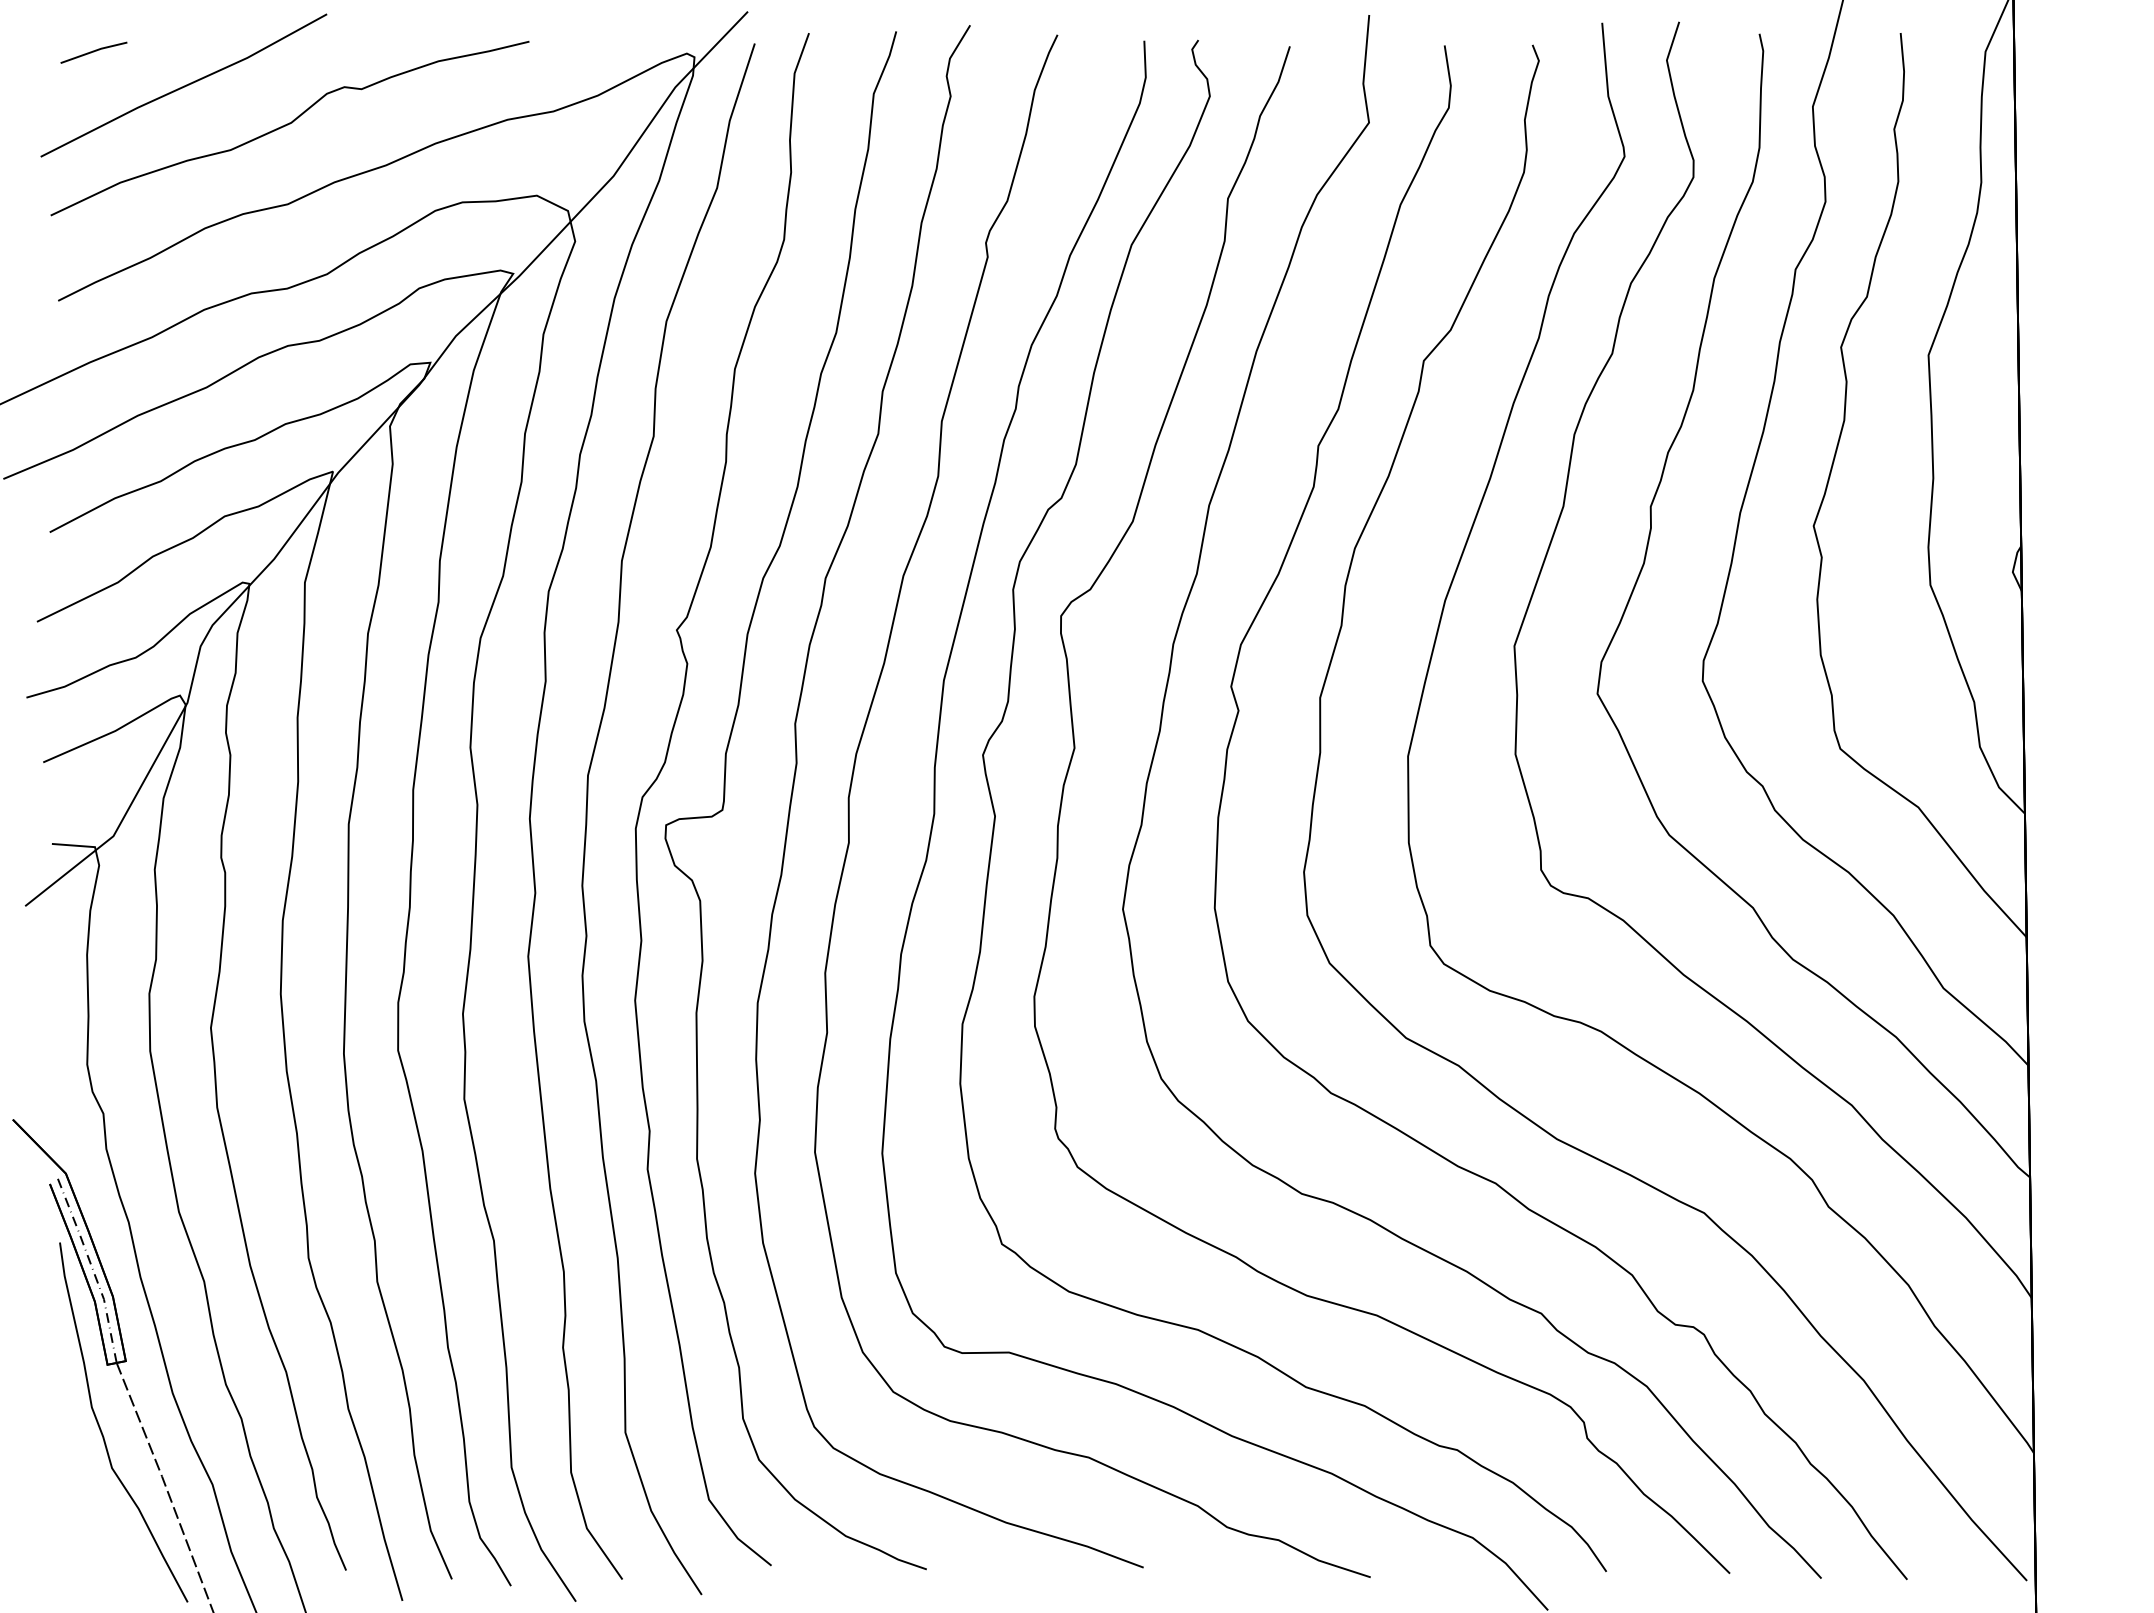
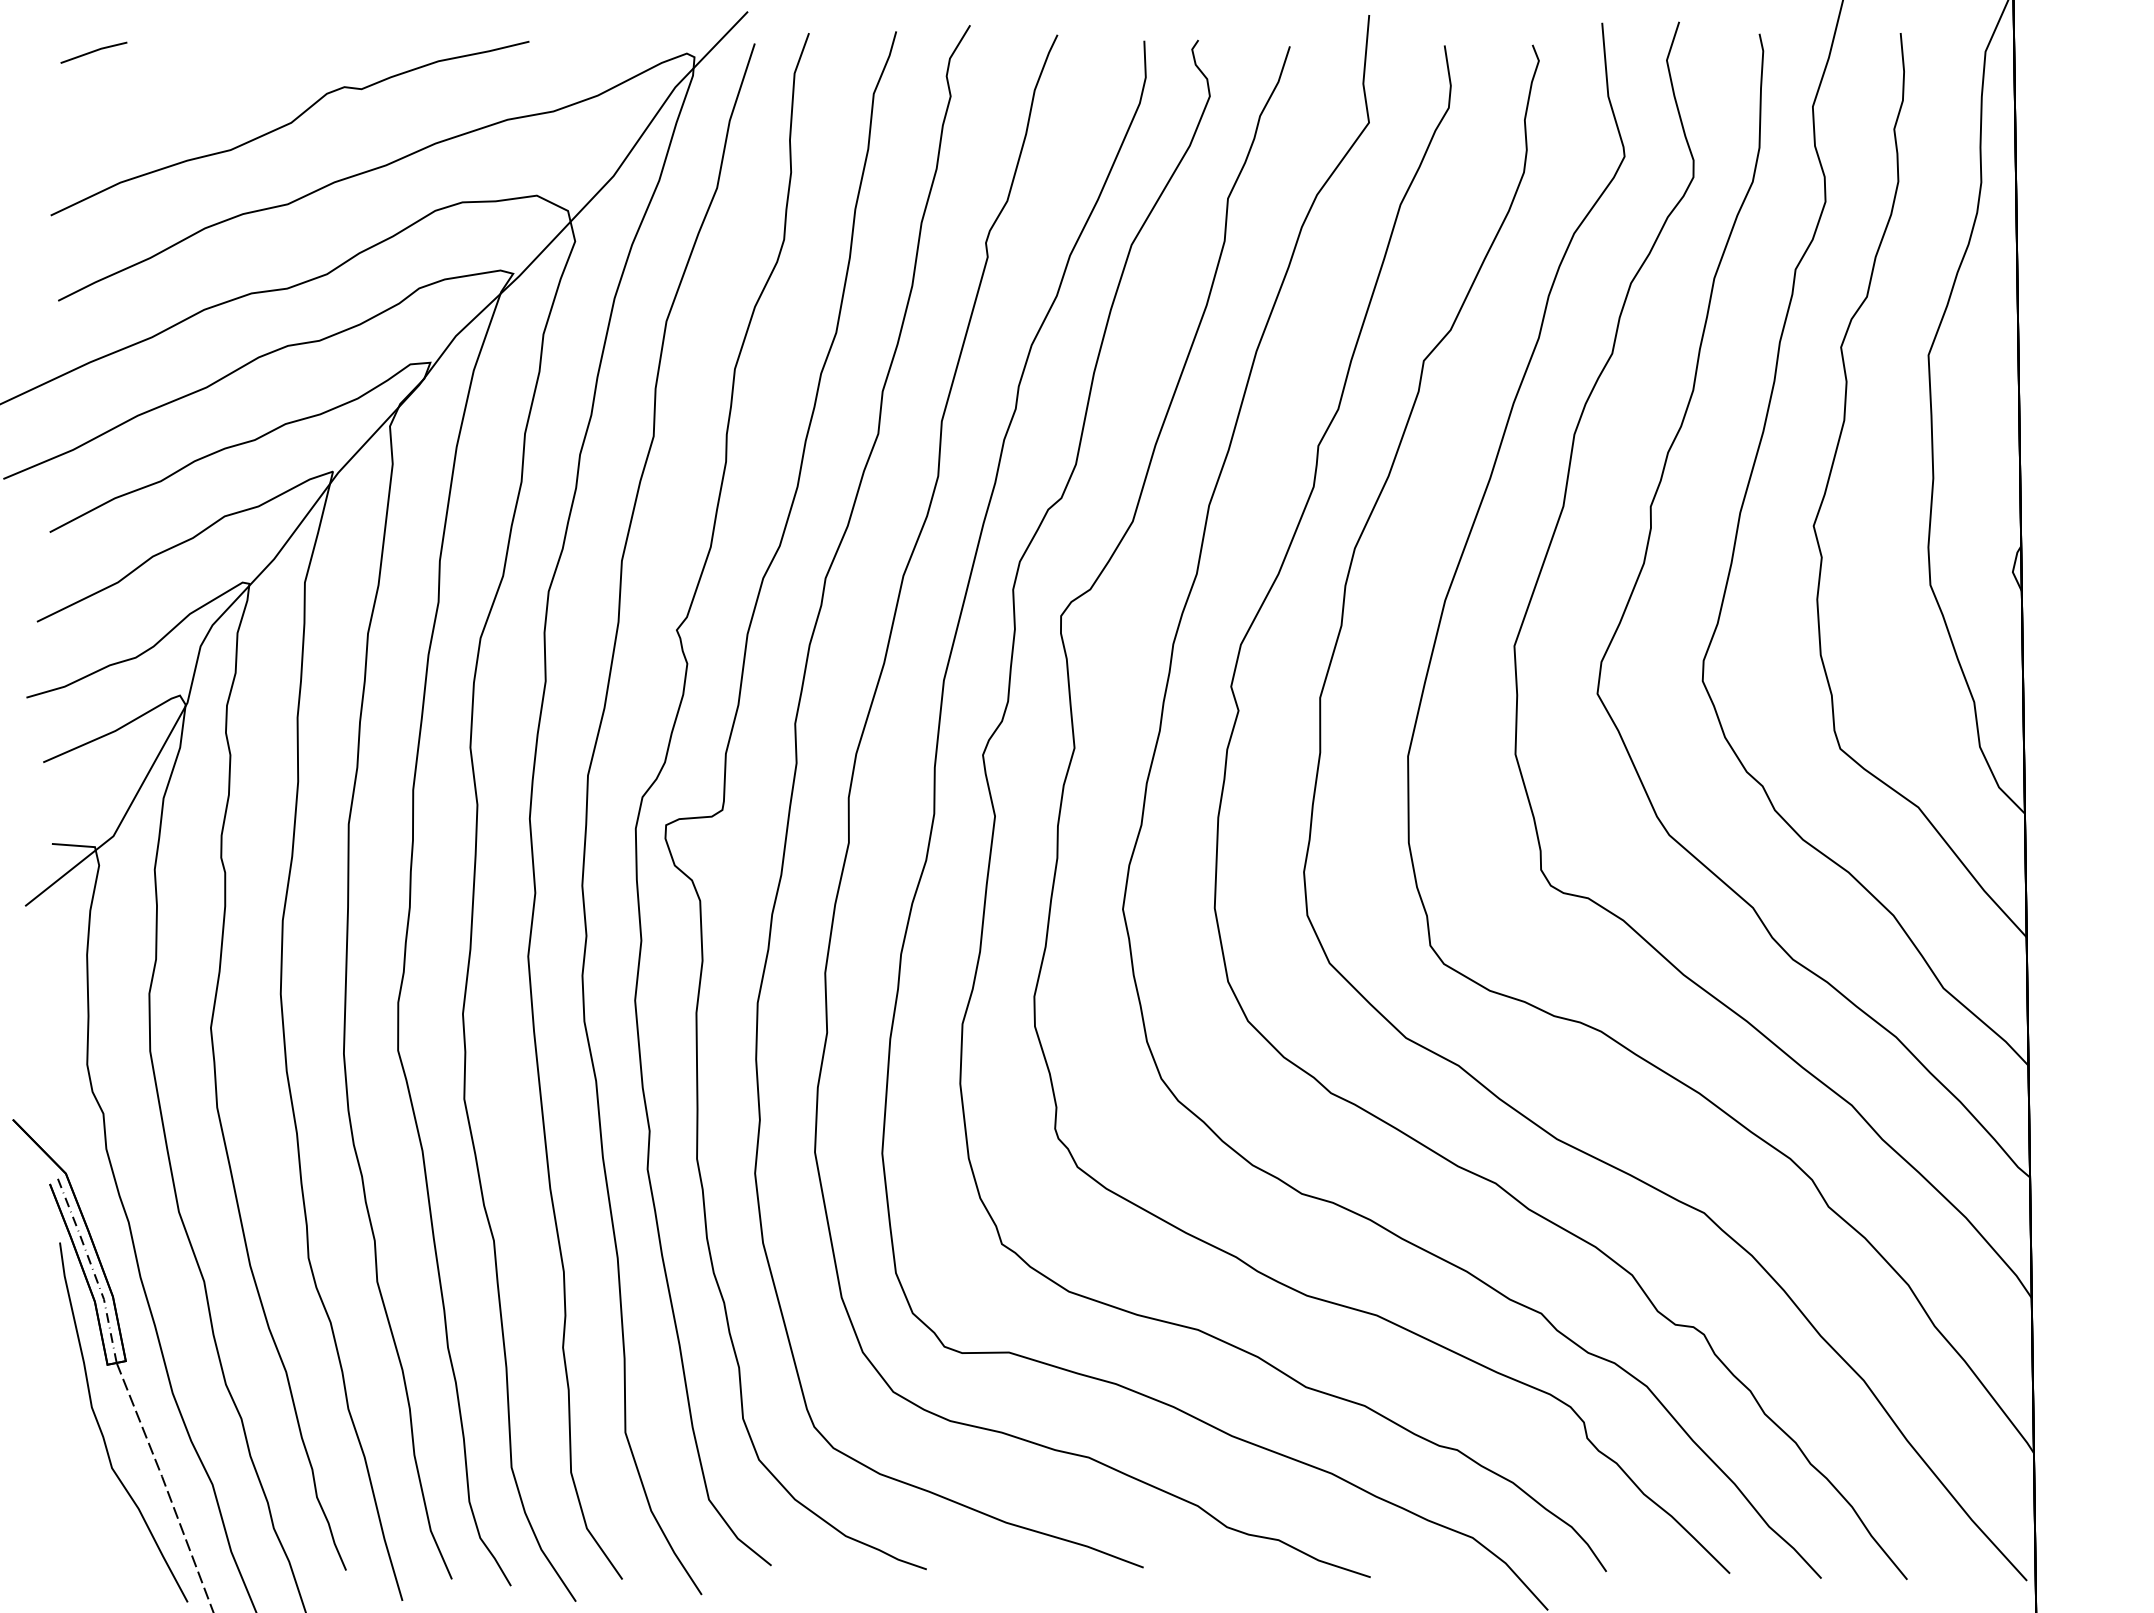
line at (184, 85): present -> none
